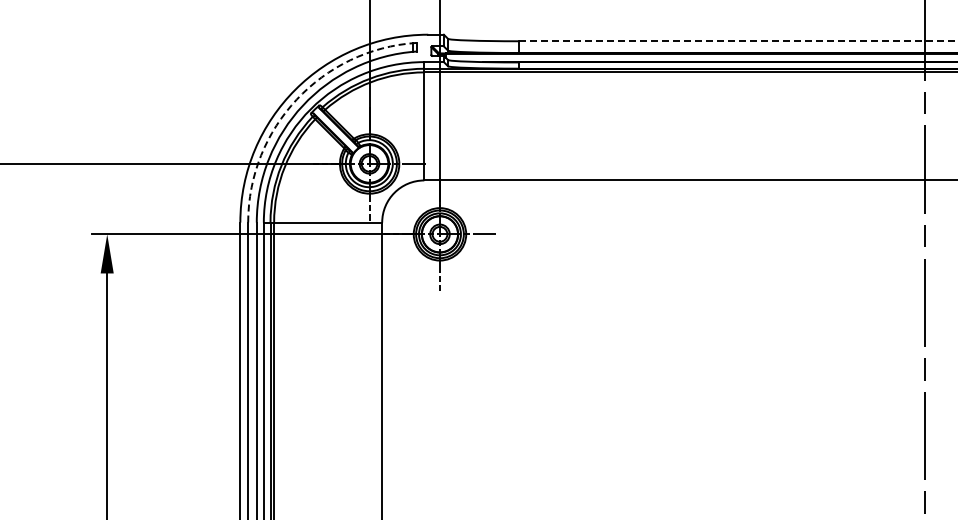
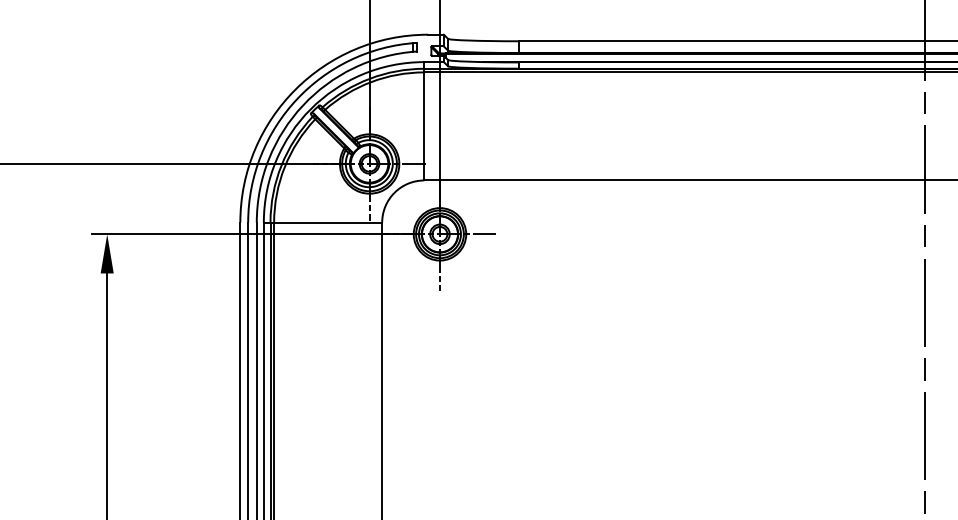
line at (738, 41): dashed -> solid
arc at (296, 99): dashed -> solid
